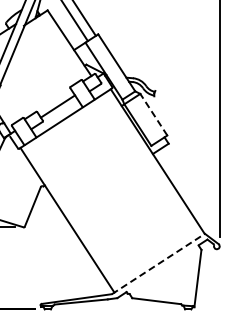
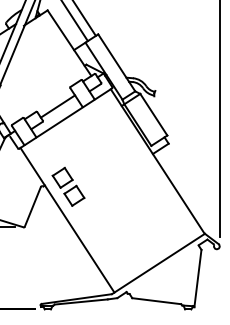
line at (153, 114): dashed -> solid
part at (68, 186): none -> present
line at (158, 263): dashed -> solid
